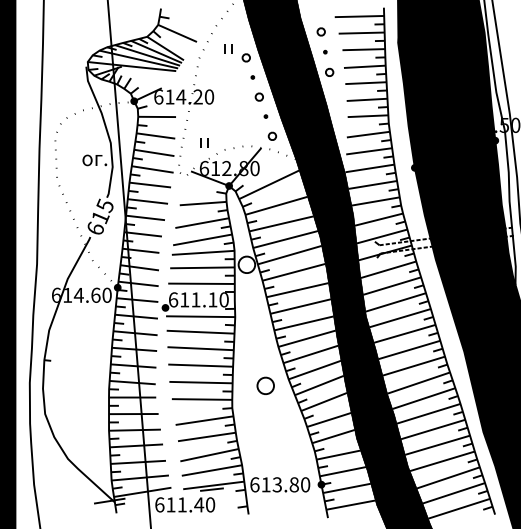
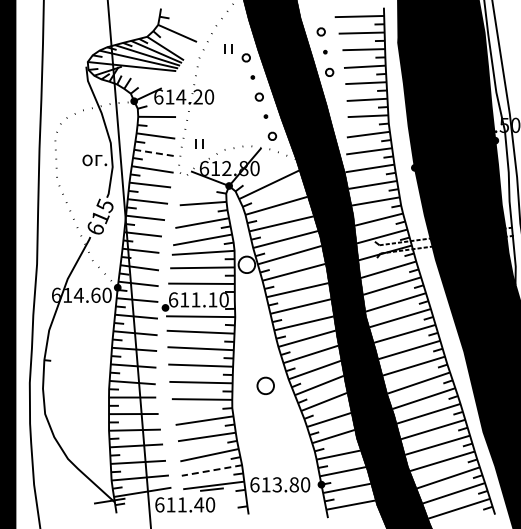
part at (204, 142) position: (204, 142) -> (199, 143)
line at (154, 153): solid -> dashed
line at (211, 470): solid -> dashed
